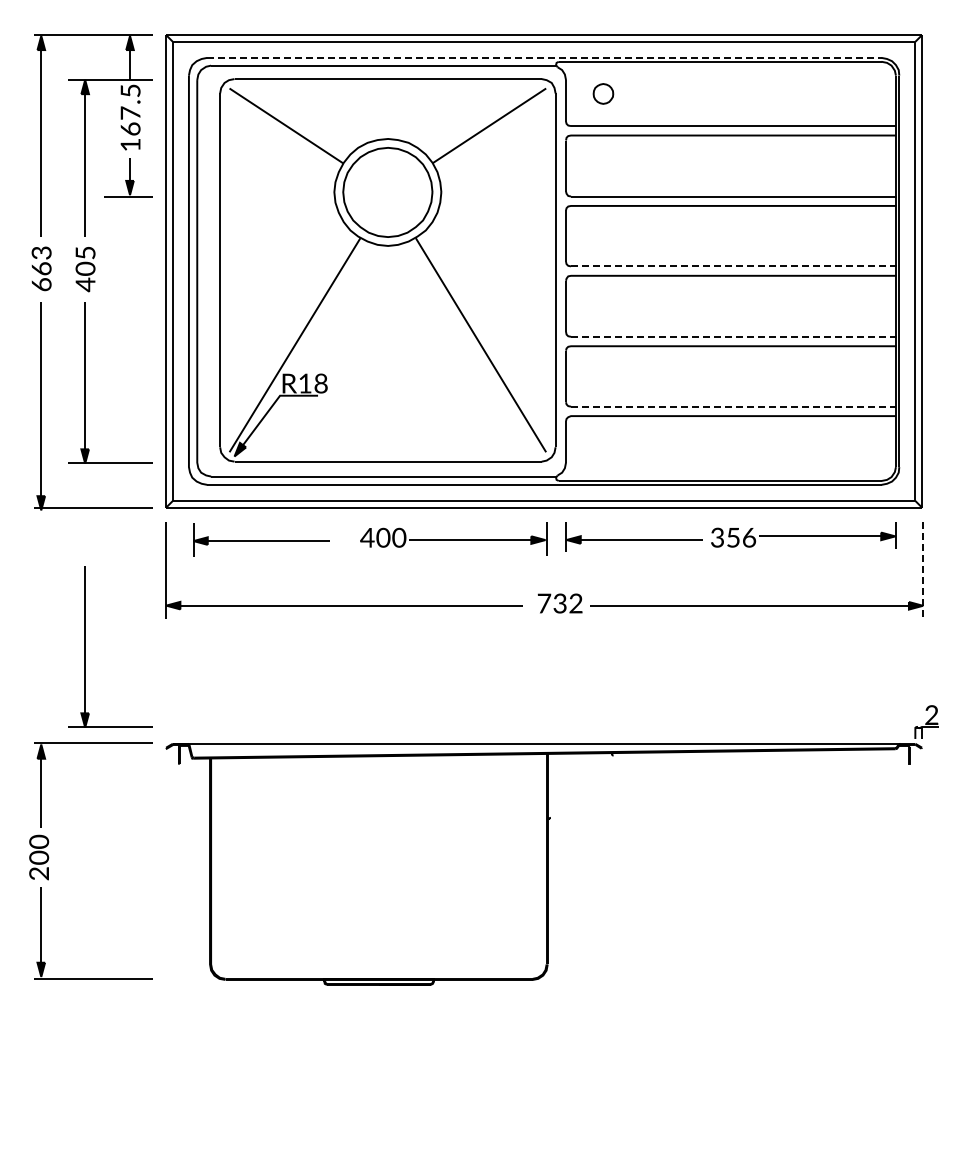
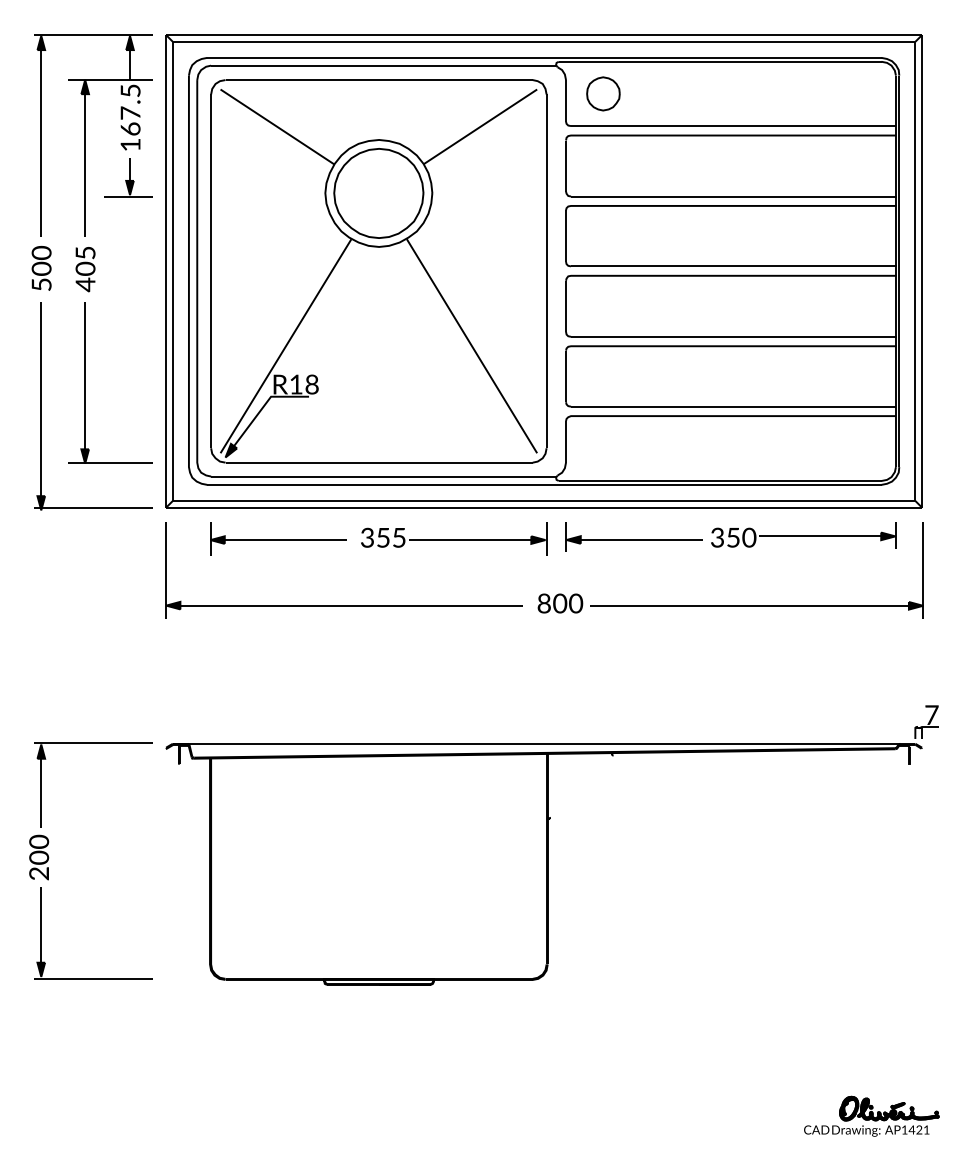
line at (544, 57): dashed -> solid
part at (603, 93) size: 23x22 px -> 35x36 px
line at (733, 266): dashed -> solid
text at (41, 268): 663 -> 500
part at (387, 270) position: (387, 270) -> (378, 271)
line at (733, 336): dashed -> solid
line at (733, 406): dashed -> solid
text at (749, 536): 356 -> 350
text at (383, 537): 400 -> 355
part at (261, 539) position: (261, 539) -> (278, 538)
line at (922, 570): dashed -> solid
text at (560, 603): 732 -> 800
part at (85, 646): present -> none
text at (931, 714): 2 -> 7
part at (871, 1115): none -> present
